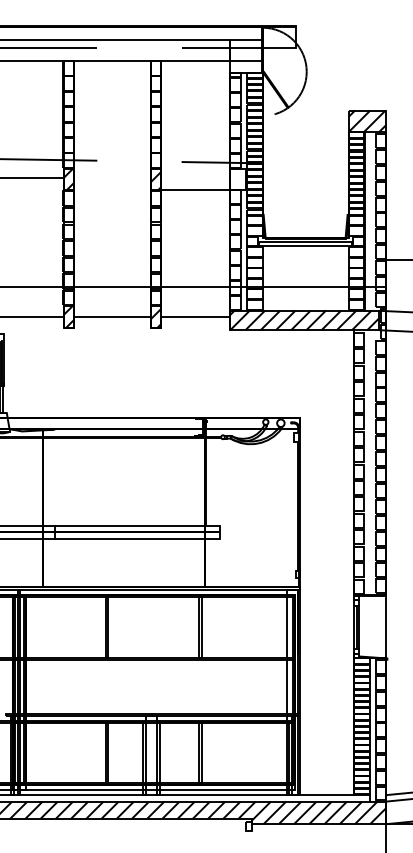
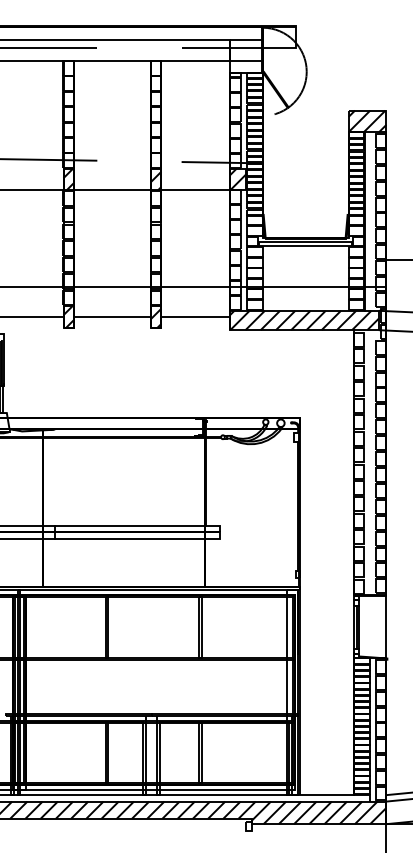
line at (32, 178) position: (32, 178) -> (32, 190)
hatch at (238, 179): none -> present
line at (112, 190): none -> present
